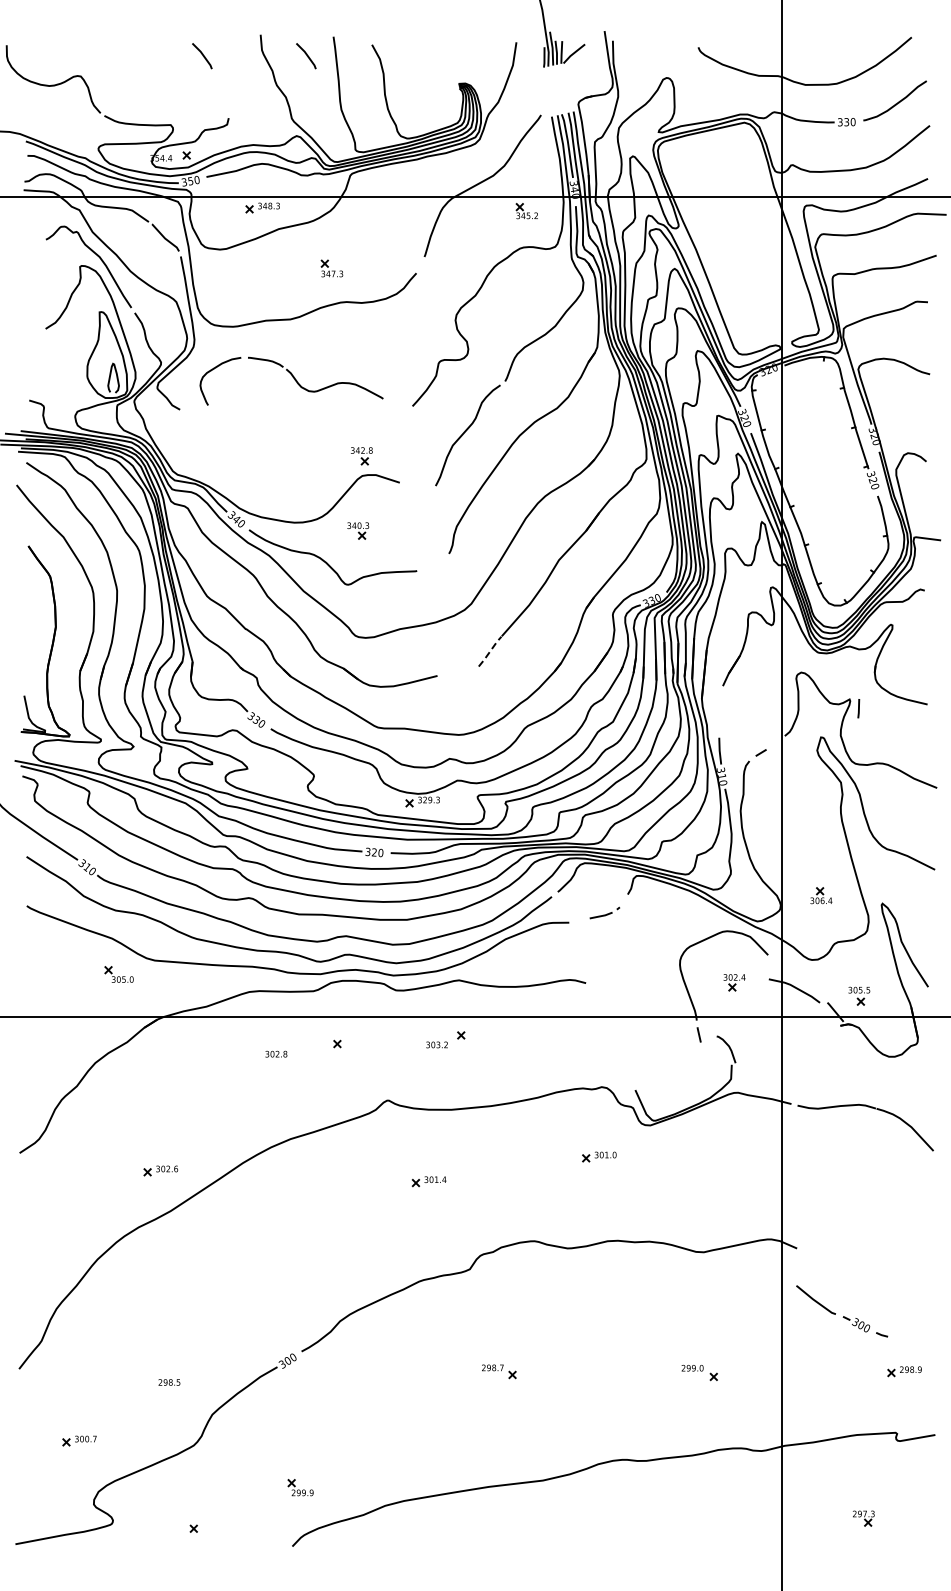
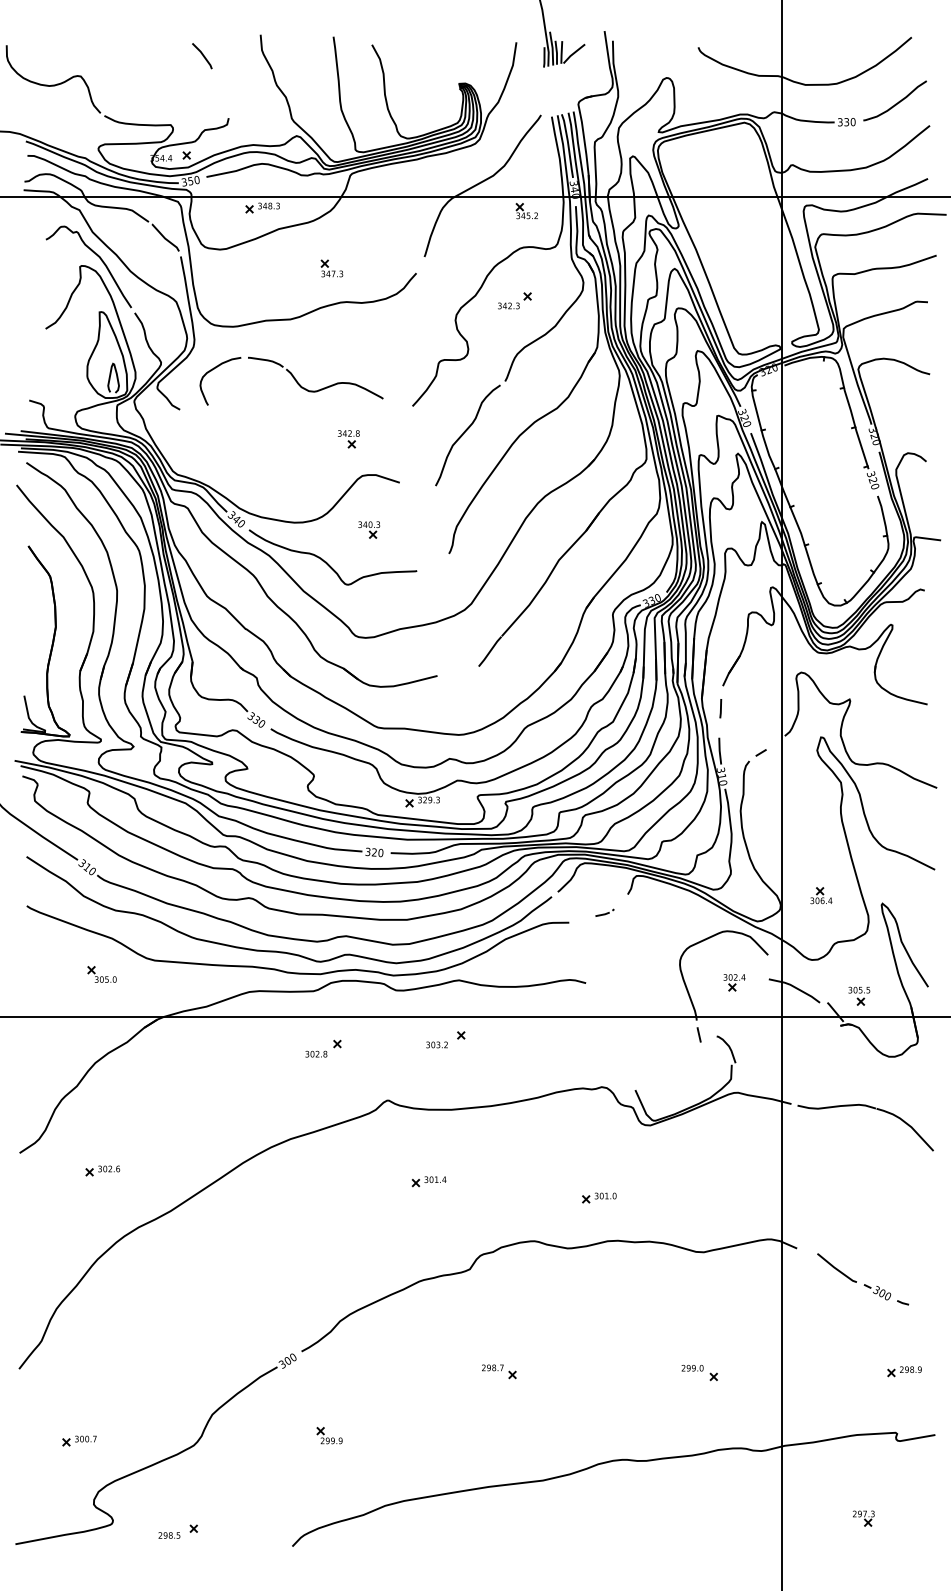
line at (306, 55): present -> none
part at (514, 300): none -> present
part at (361, 456) position: (361, 456) -> (348, 439)
part at (358, 530) position: (358, 530) -> (369, 529)
line at (490, 651): dashed -> solid
line at (858, 708) position: (858, 708) -> (720, 708)
part at (604, 912) size: 32x14 px -> 20x9 px
part at (118, 974) position: (118, 974) -> (101, 974)
text at (276, 1053) position: (276, 1053) -> (316, 1053)
part at (599, 1156) position: (599, 1156) -> (599, 1197)
part at (160, 1170) position: (160, 1170) -> (102, 1170)
part at (842, 1311) position: (842, 1311) -> (863, 1279)
text at (169, 1382) position: (169, 1382) -> (169, 1535)
part at (300, 1487) position: (300, 1487) -> (329, 1435)
